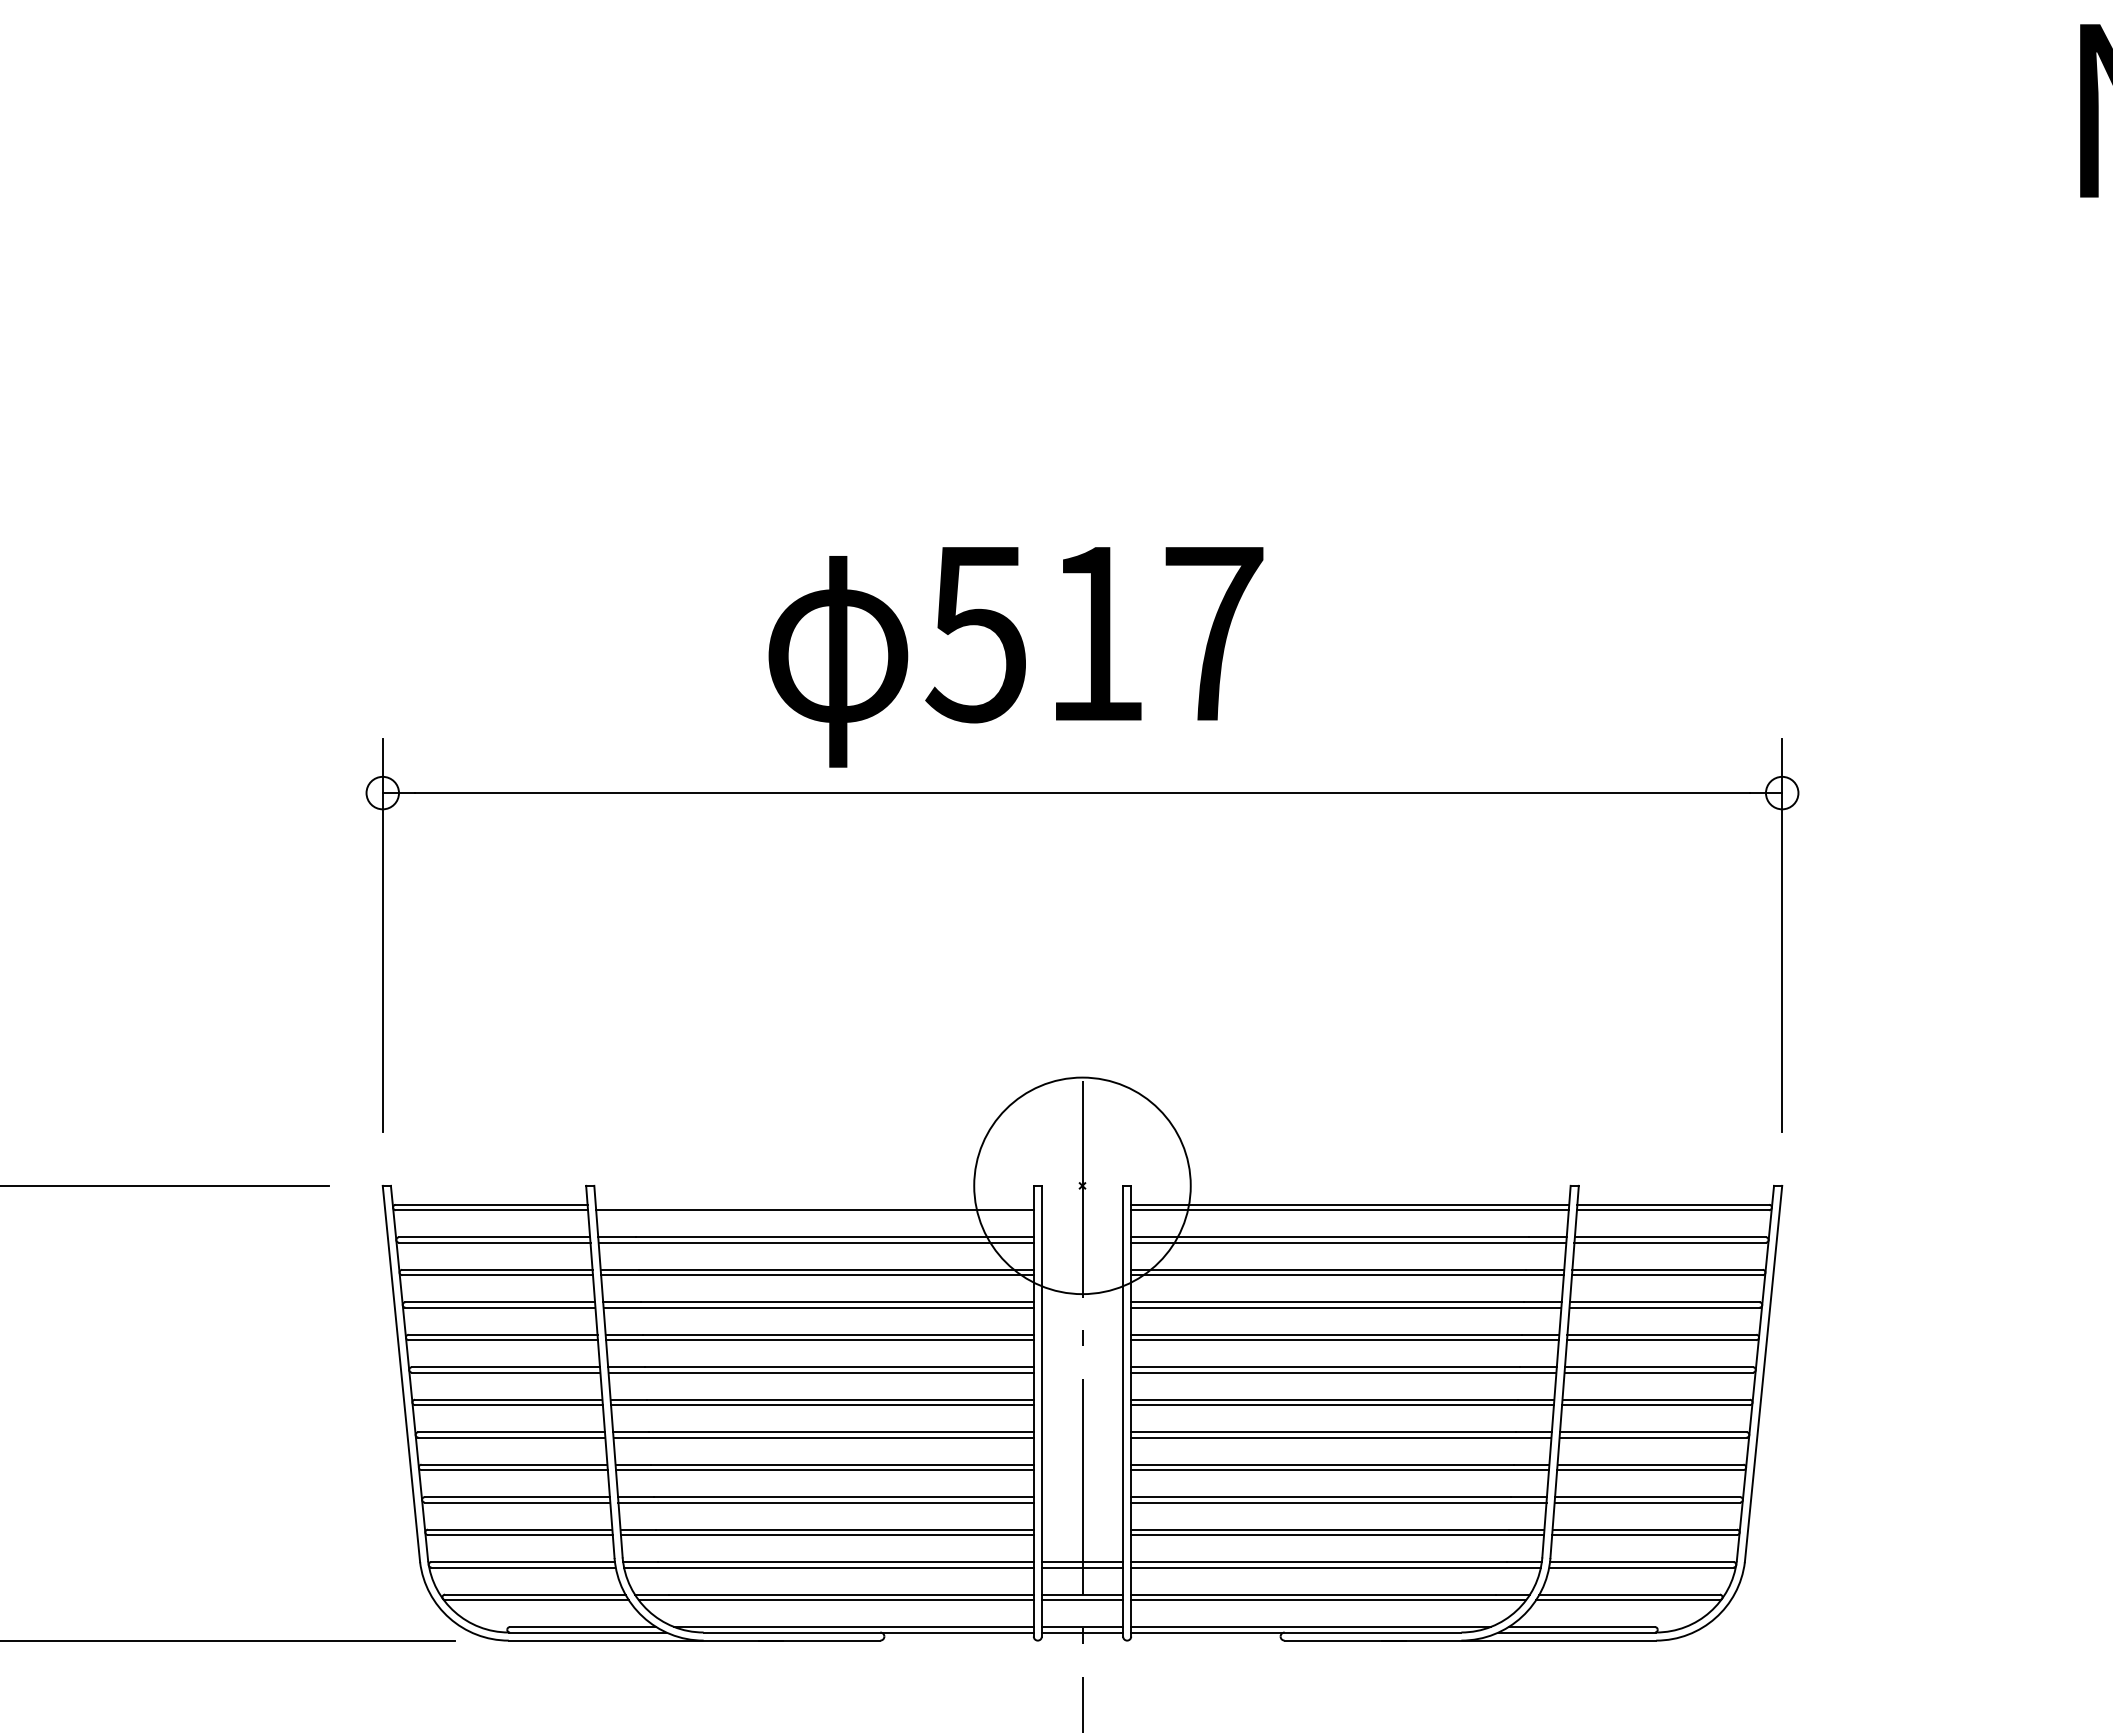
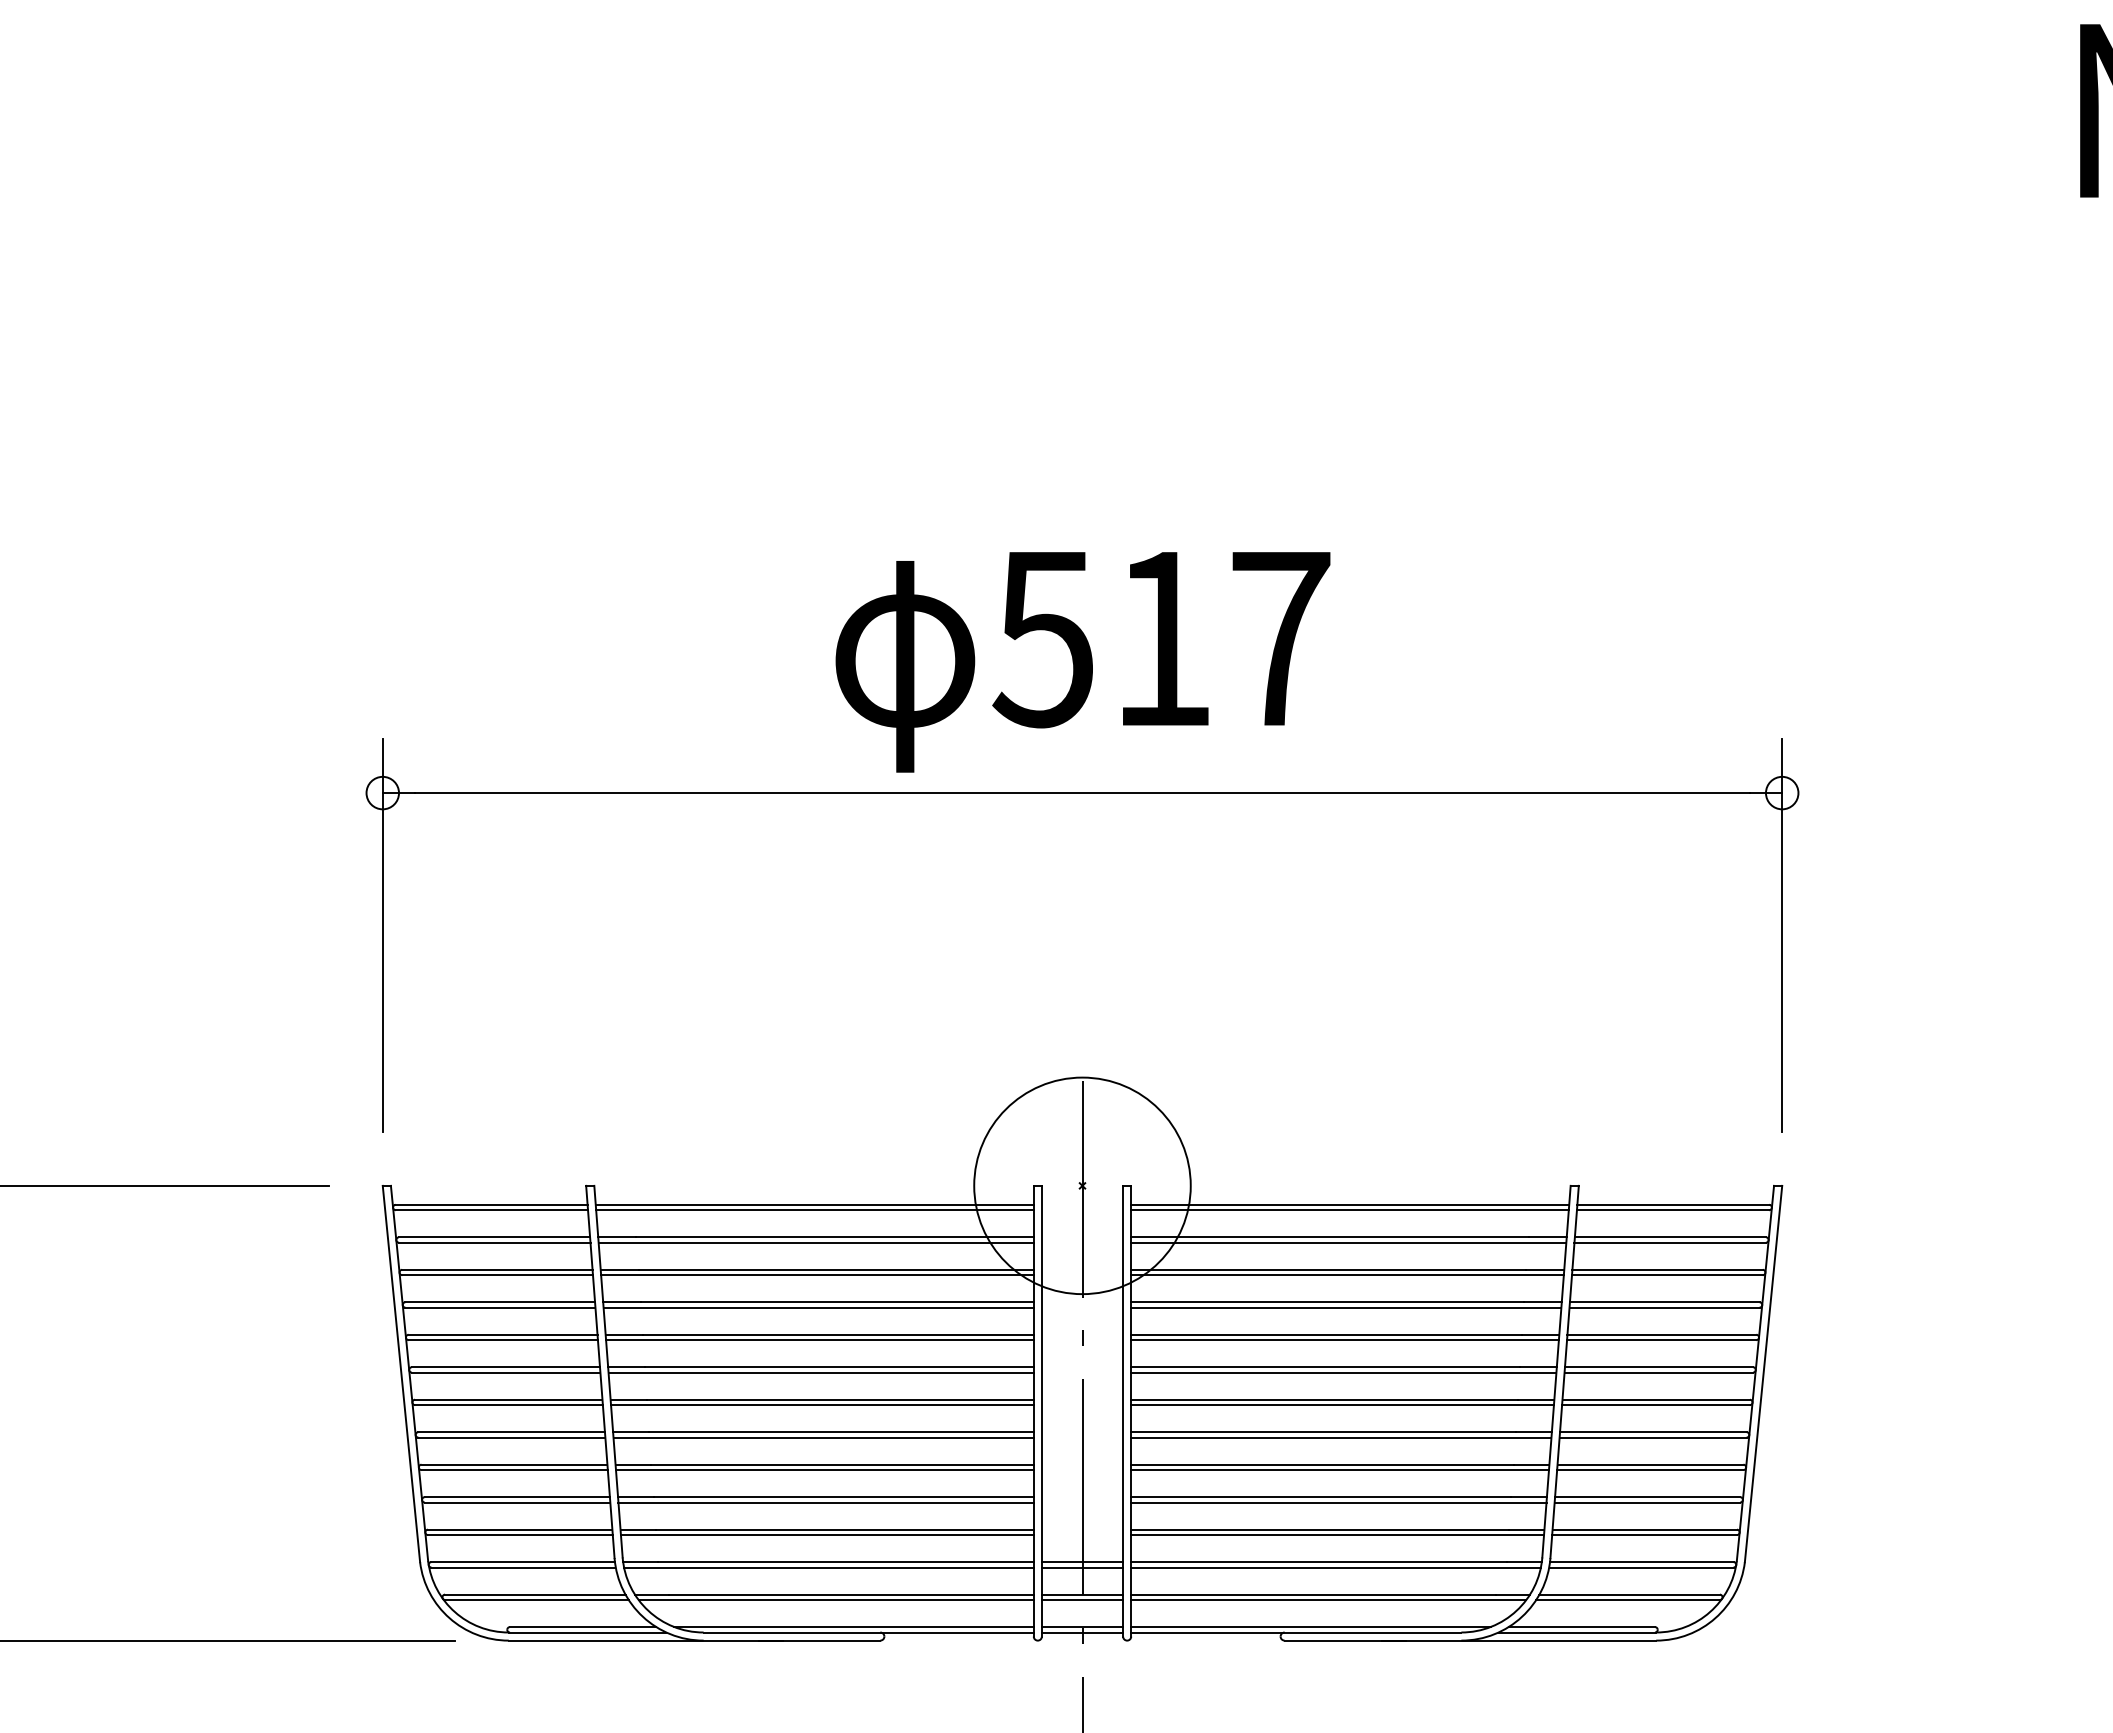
text at (1015, 657) position: (1015, 657) -> (1082, 662)
line at (814, 1204): none -> present
